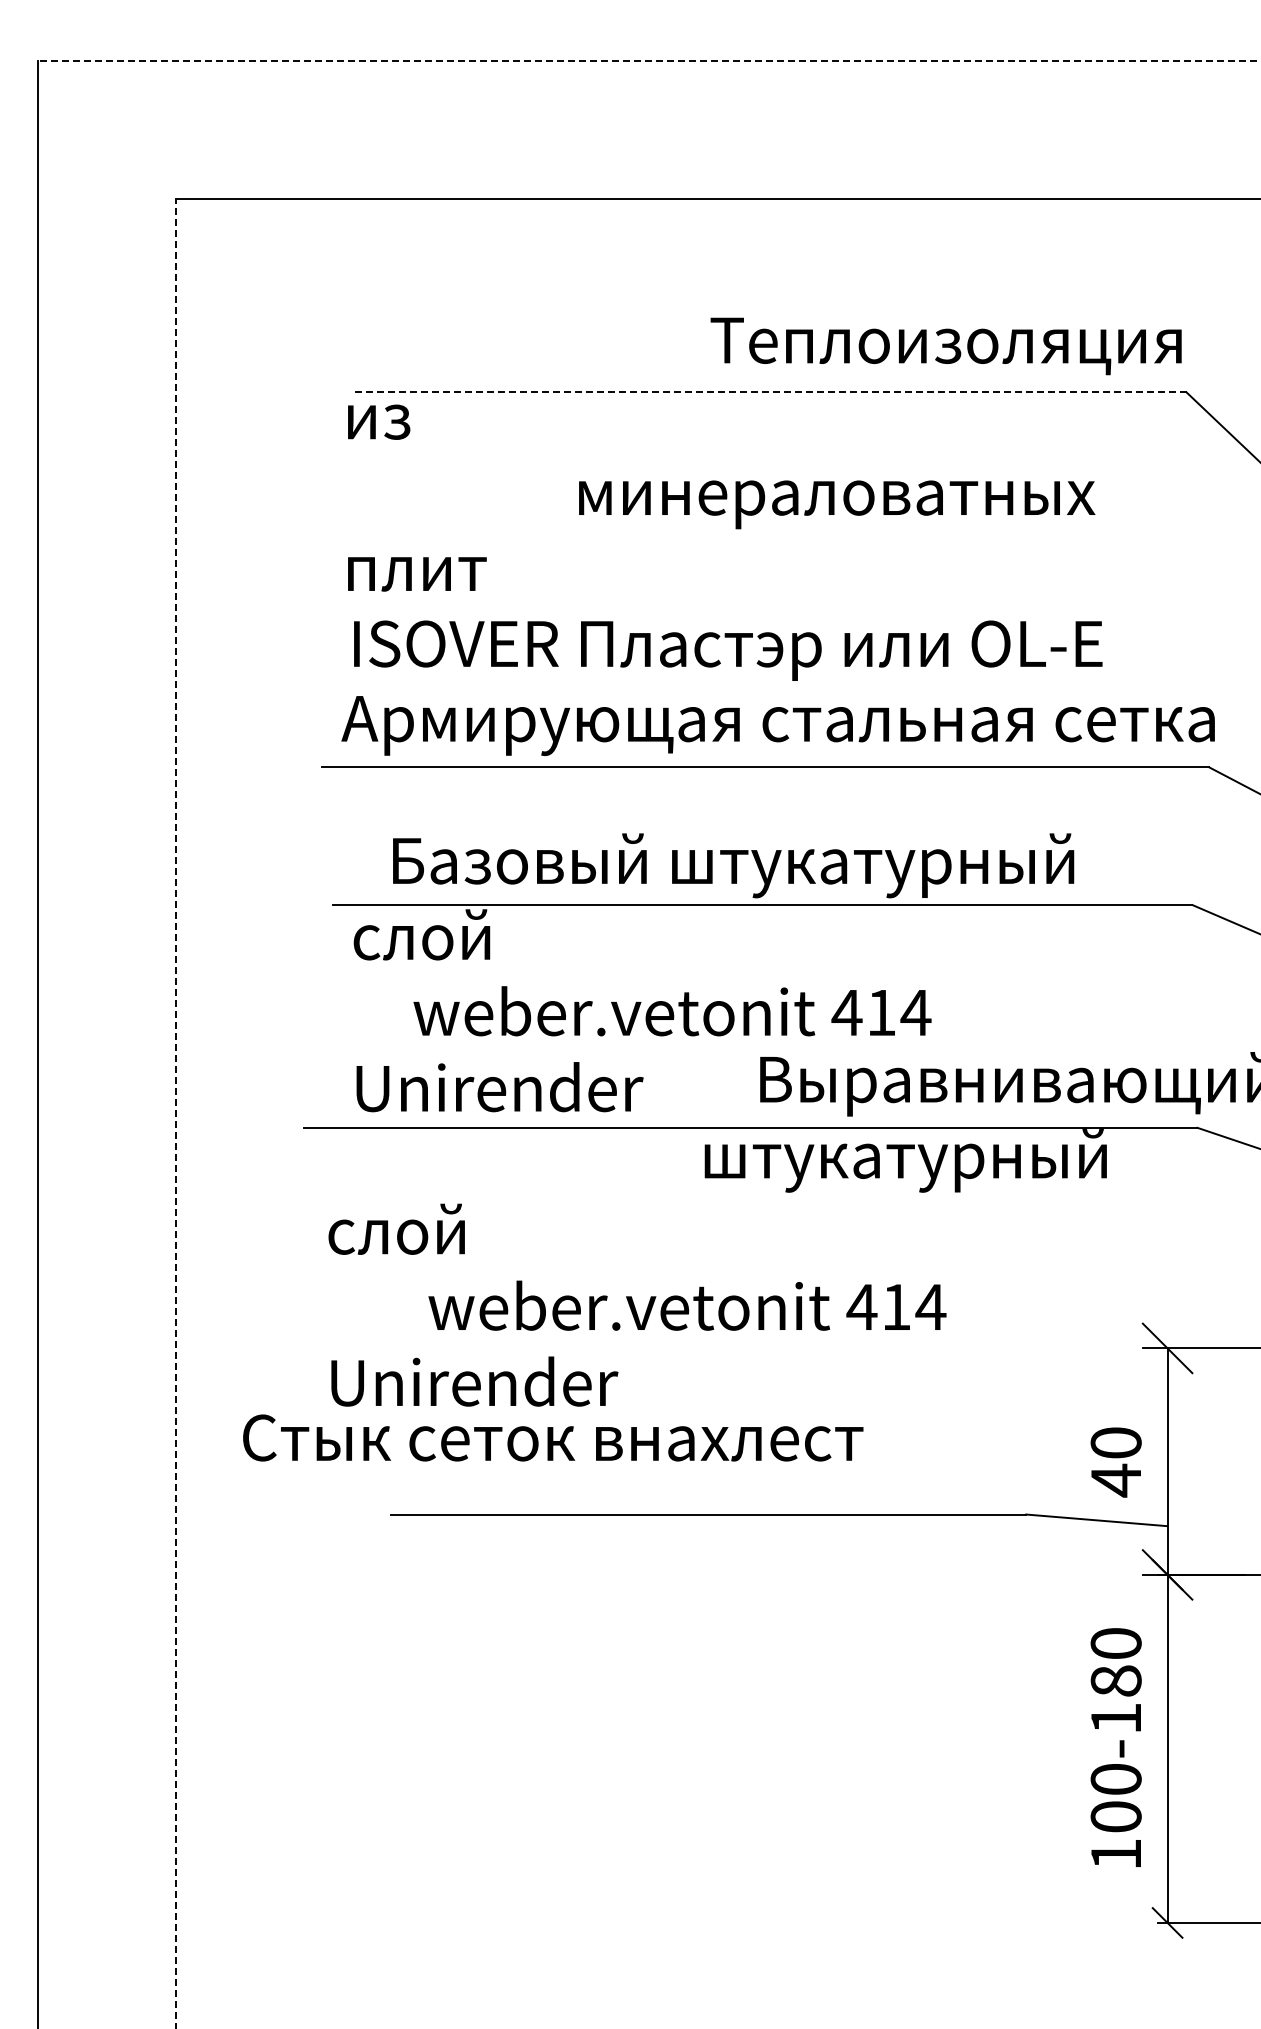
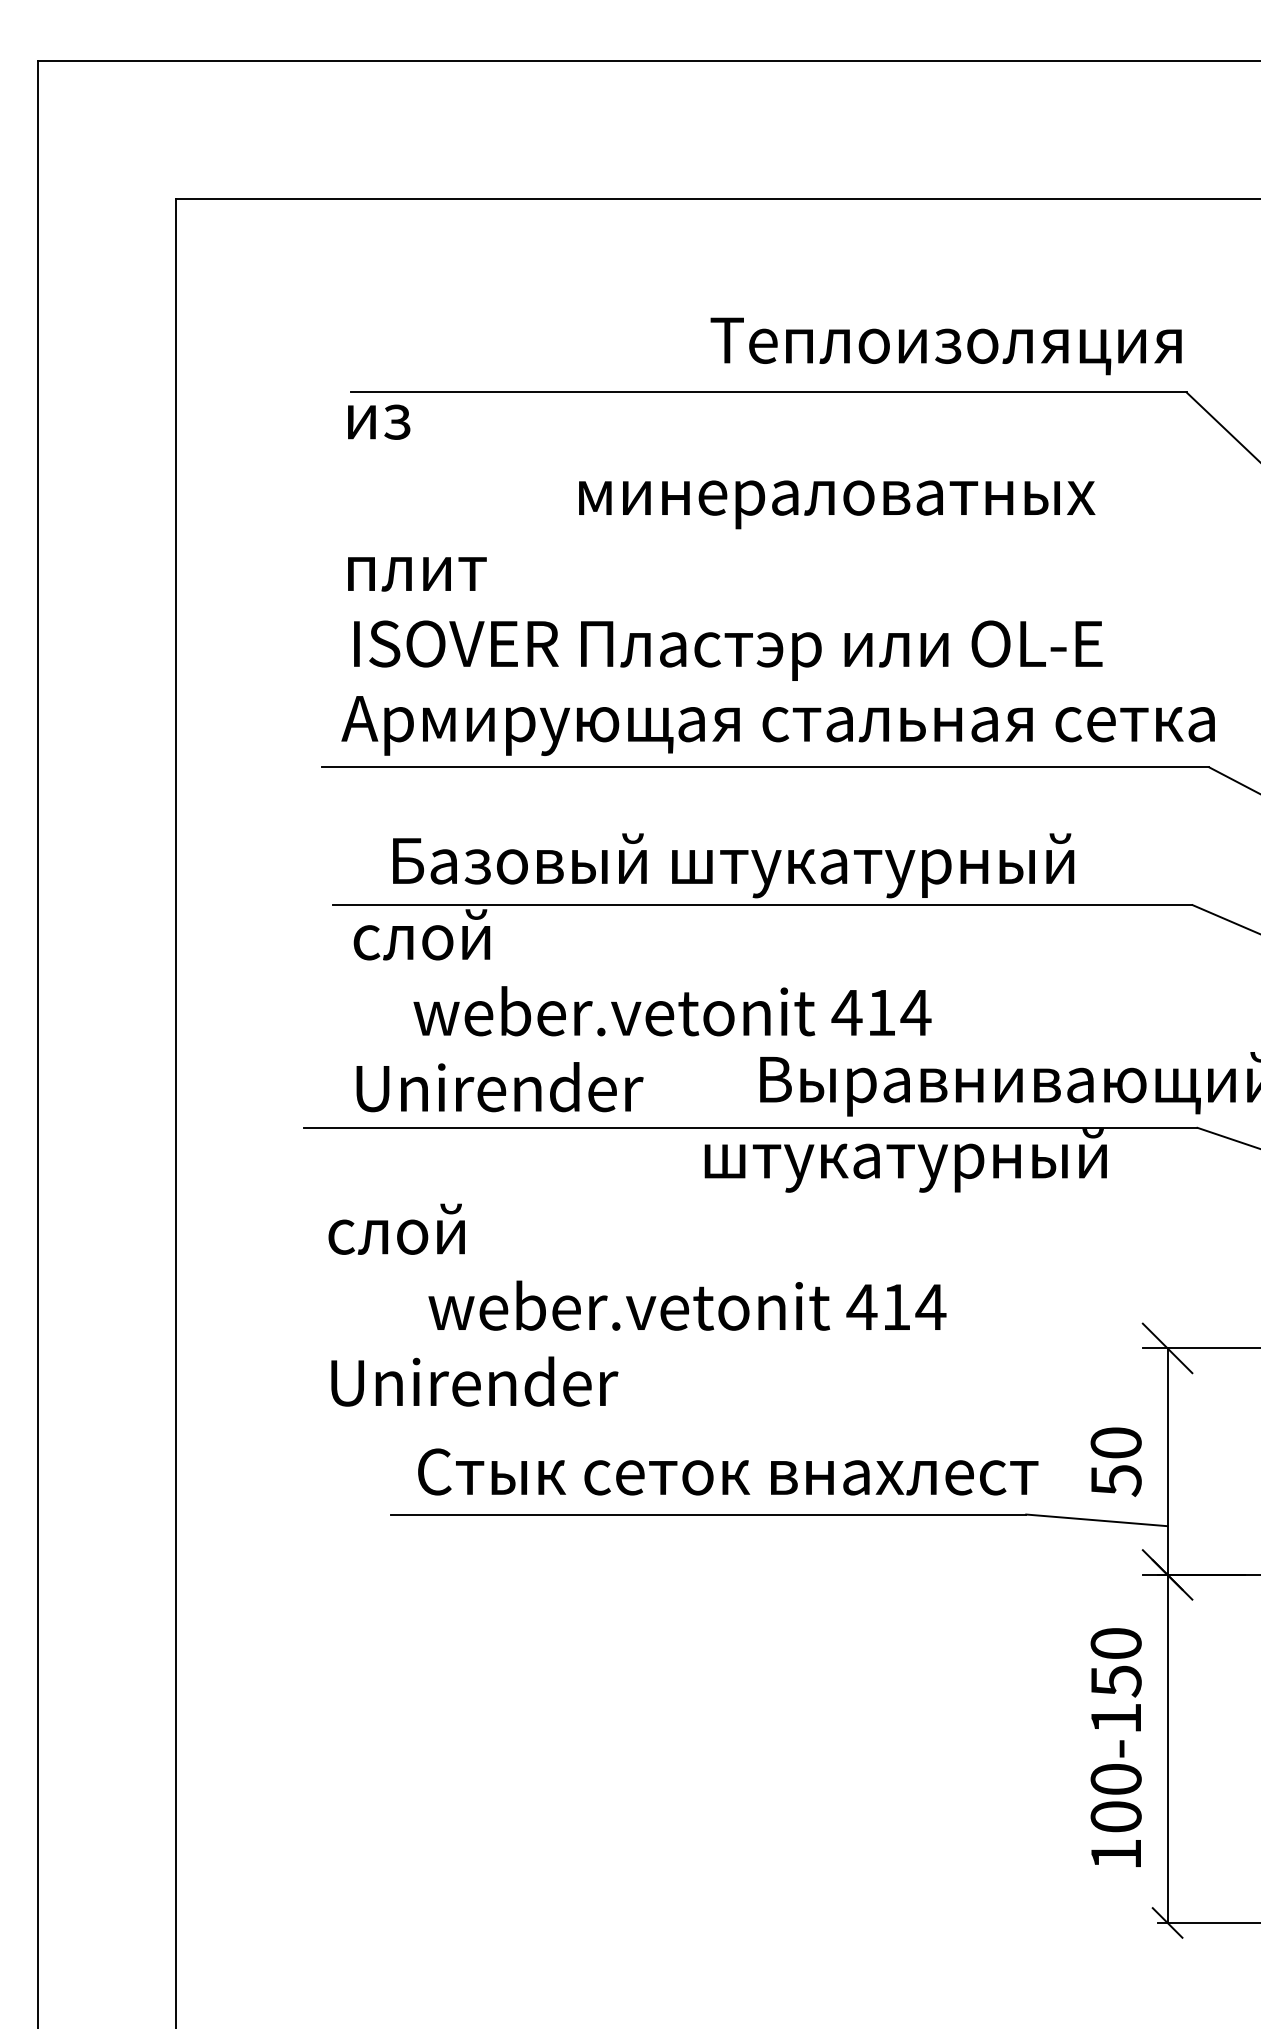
line at (648, 60): dashed -> solid
line at (768, 392): dashed -> solid
line at (176, 1113): dashed -> solid
text at (553, 1437) position: (553, 1437) -> (728, 1471)
text at (1116, 1480): 40 -> 50
text at (1115, 1681): 100-180 -> 100-150
